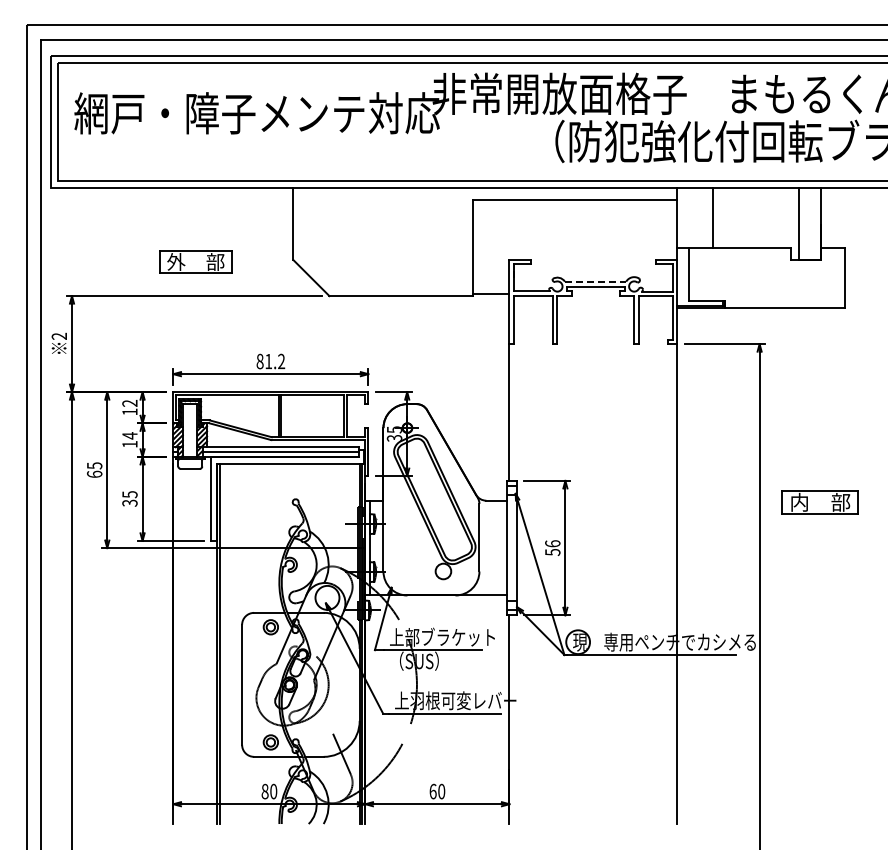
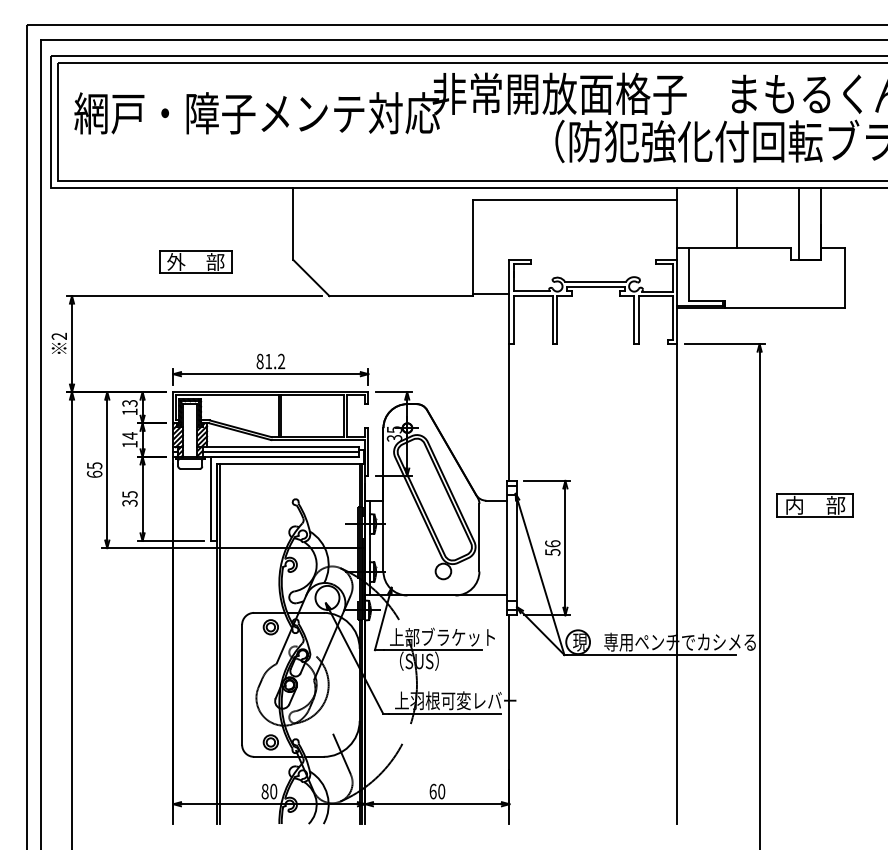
line at (713, 218) position: (713, 218) -> (737, 218)
line at (595, 281): dashed -> solid
text at (130, 403): 12 -> 13
part at (819, 502) position: (819, 502) -> (814, 505)
